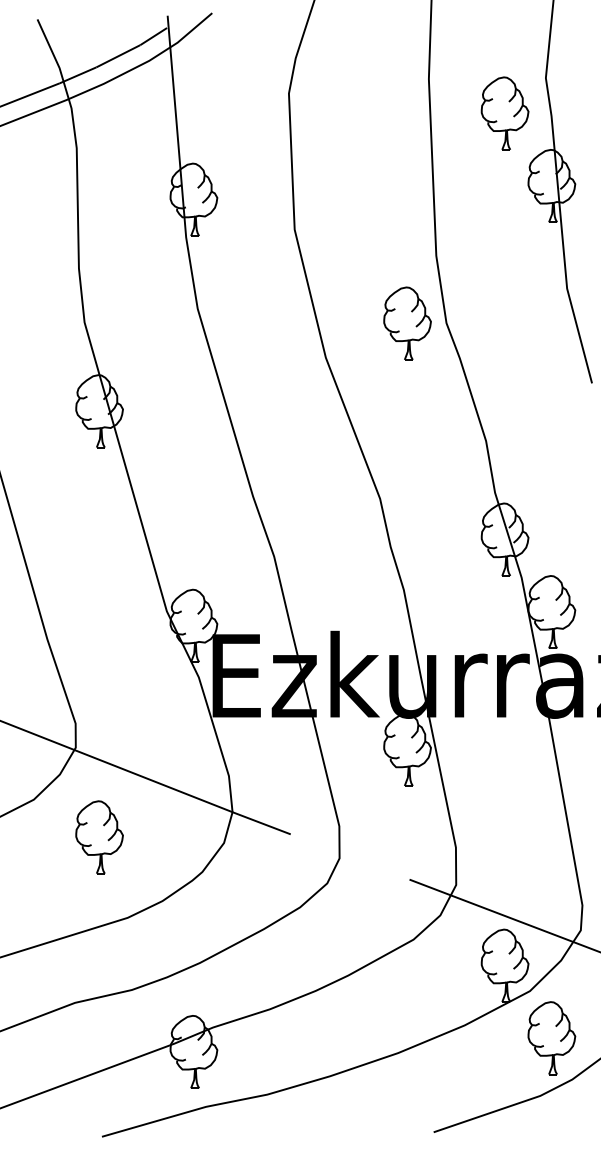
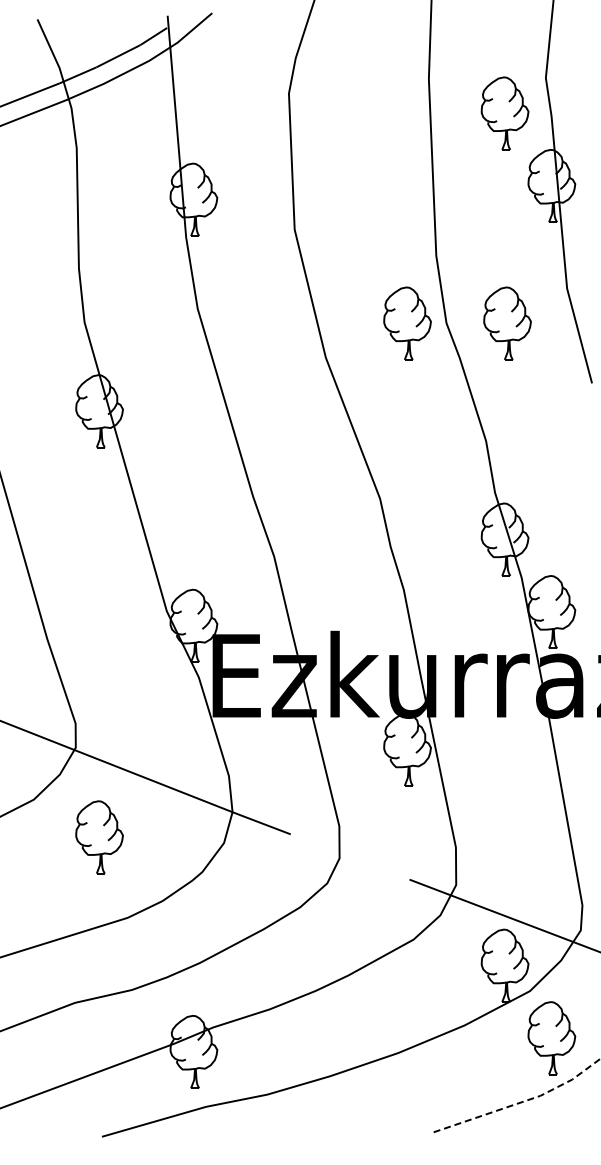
part at (507, 323): none -> present
line at (521, 1102): solid -> dashed
